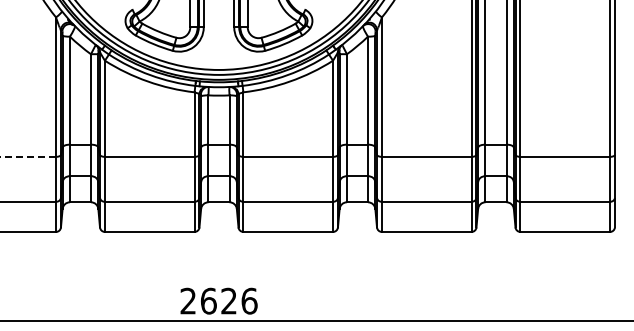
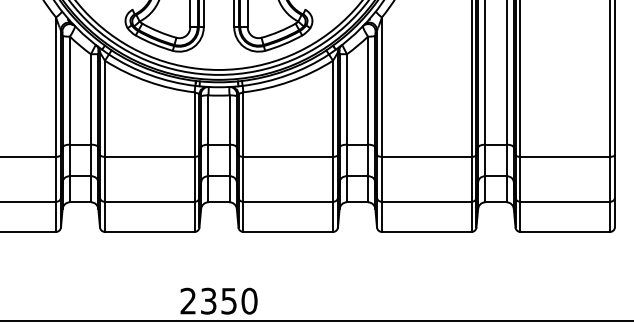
line at (28, 156): dashed -> solid
text at (228, 300): 2626 -> 2350
